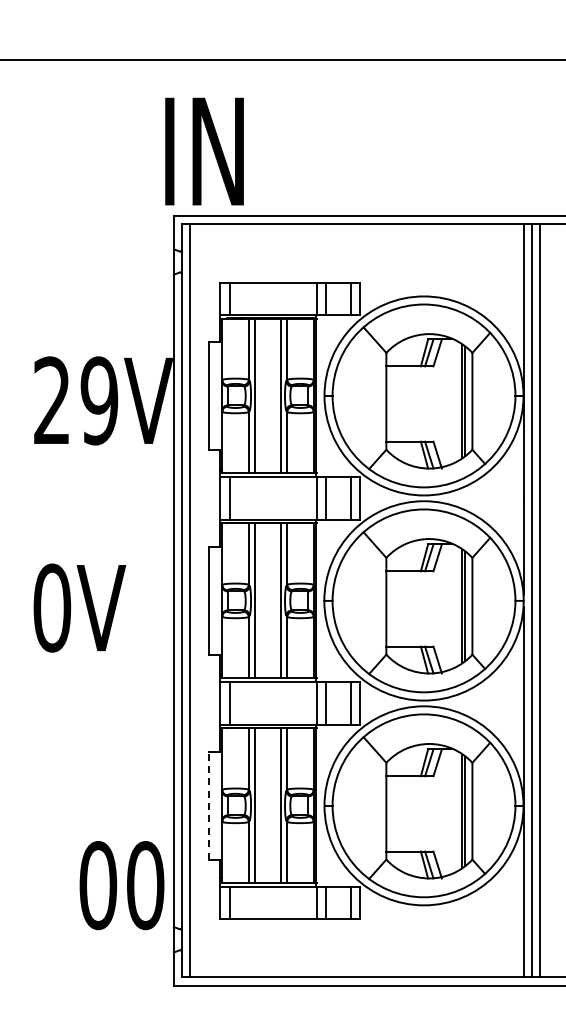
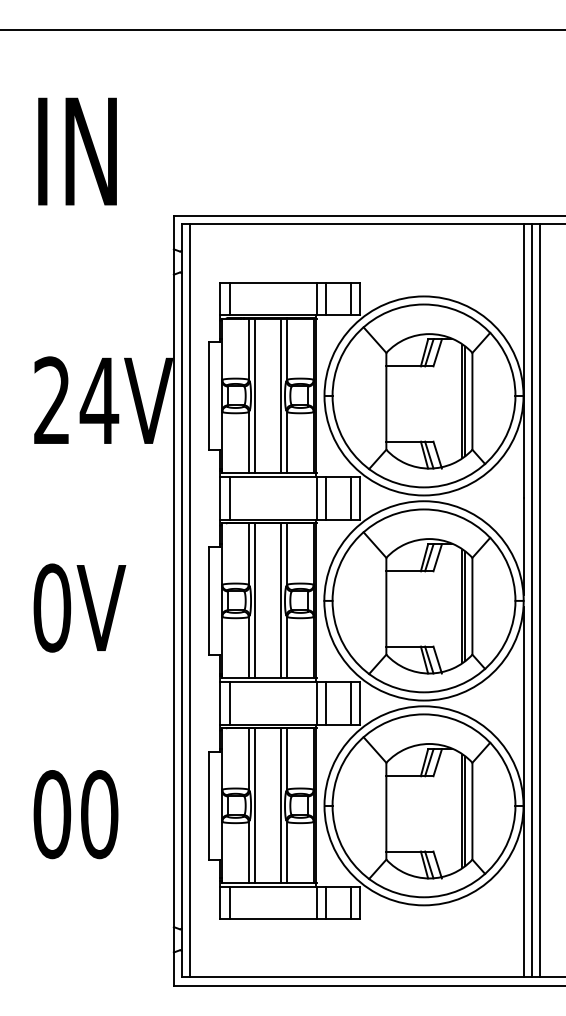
line at (282, 60) position: (282, 60) -> (282, 30)
text at (204, 151) position: (204, 151) -> (77, 151)
text at (99, 400): 29V -> 24V
line at (208, 805): dashed -> solid
text at (121, 885) position: (121, 885) -> (75, 814)
